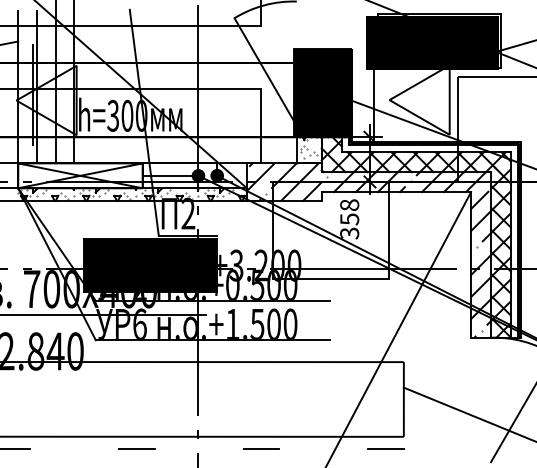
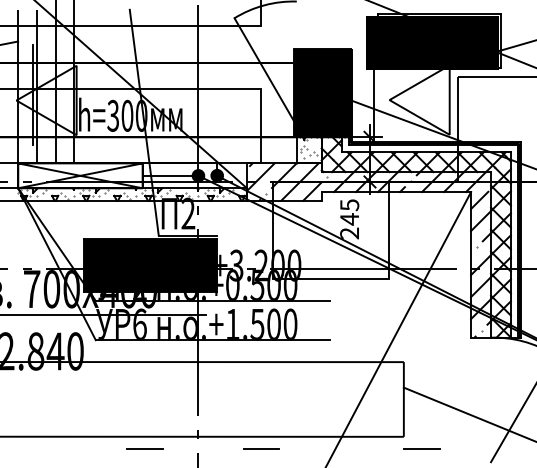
text at (349, 219): 358 -> 245
line at (136, 448) position: (136, 448) -> (144, 448)
line at (385, 448) position: (385, 448) -> (421, 448)
line at (16, 449): present -> none
